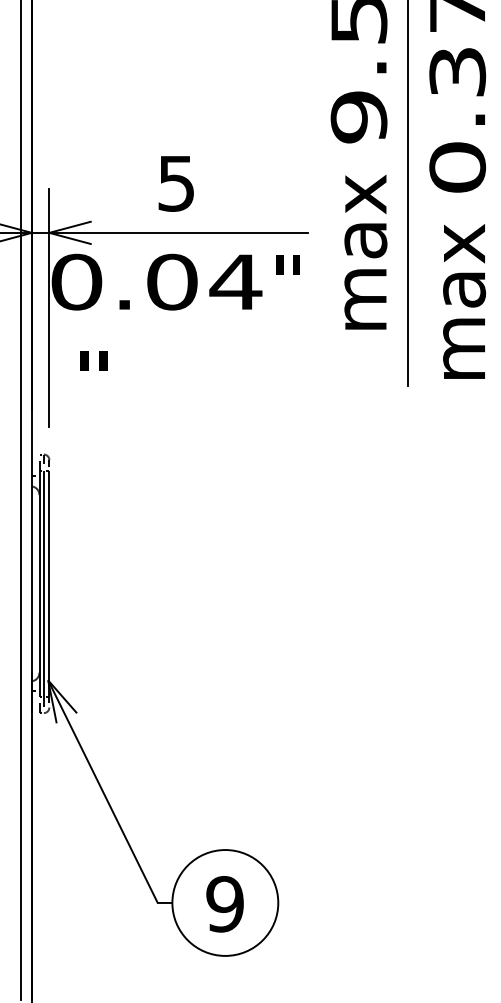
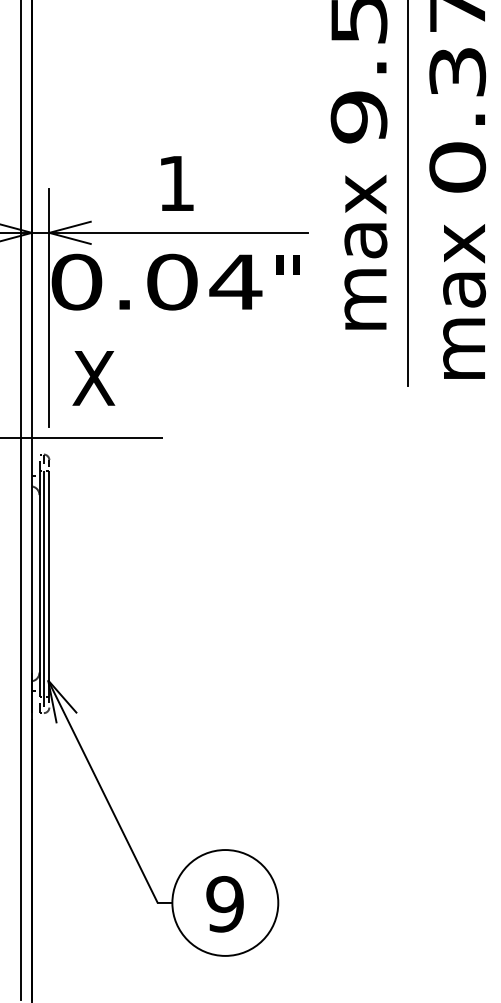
text at (175, 183): 5 -> 1
text at (93, 378): " -> X
line at (82, 438): none -> present
